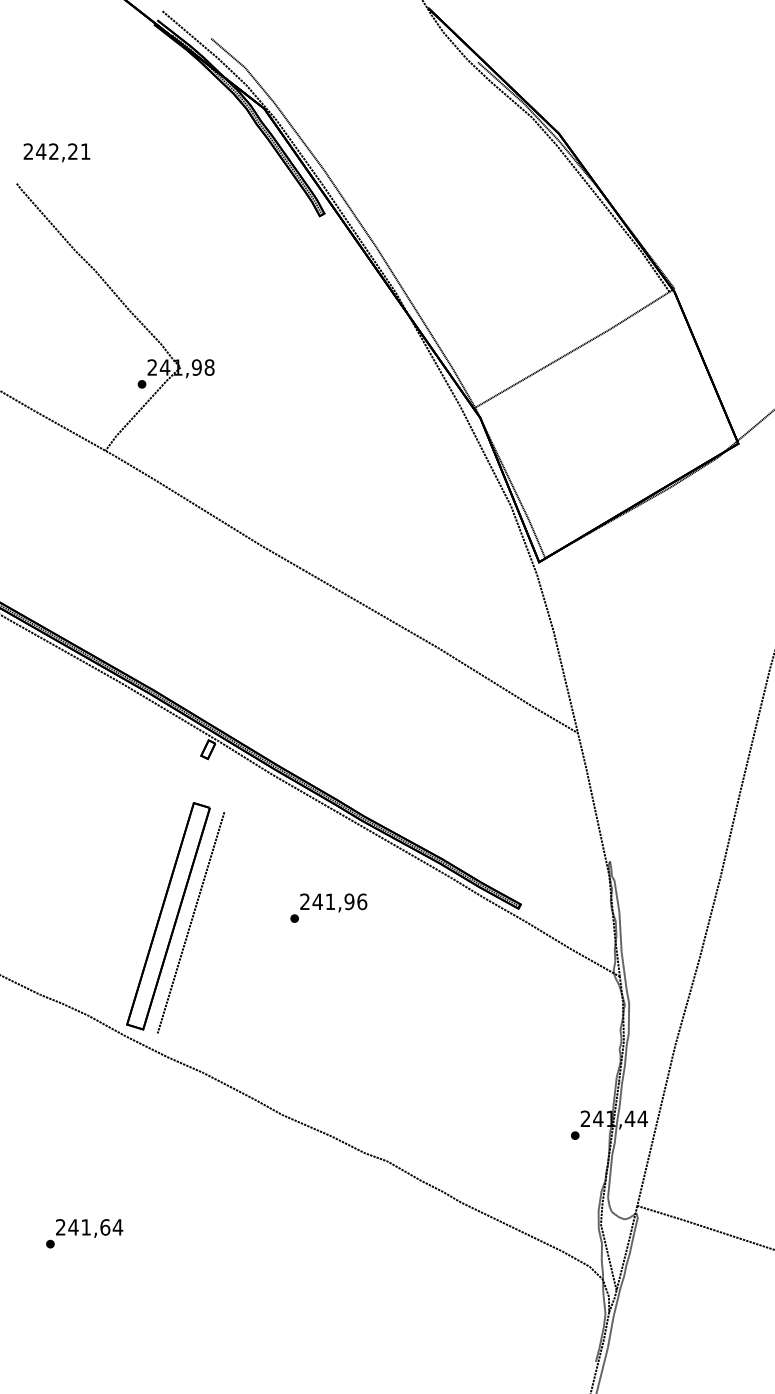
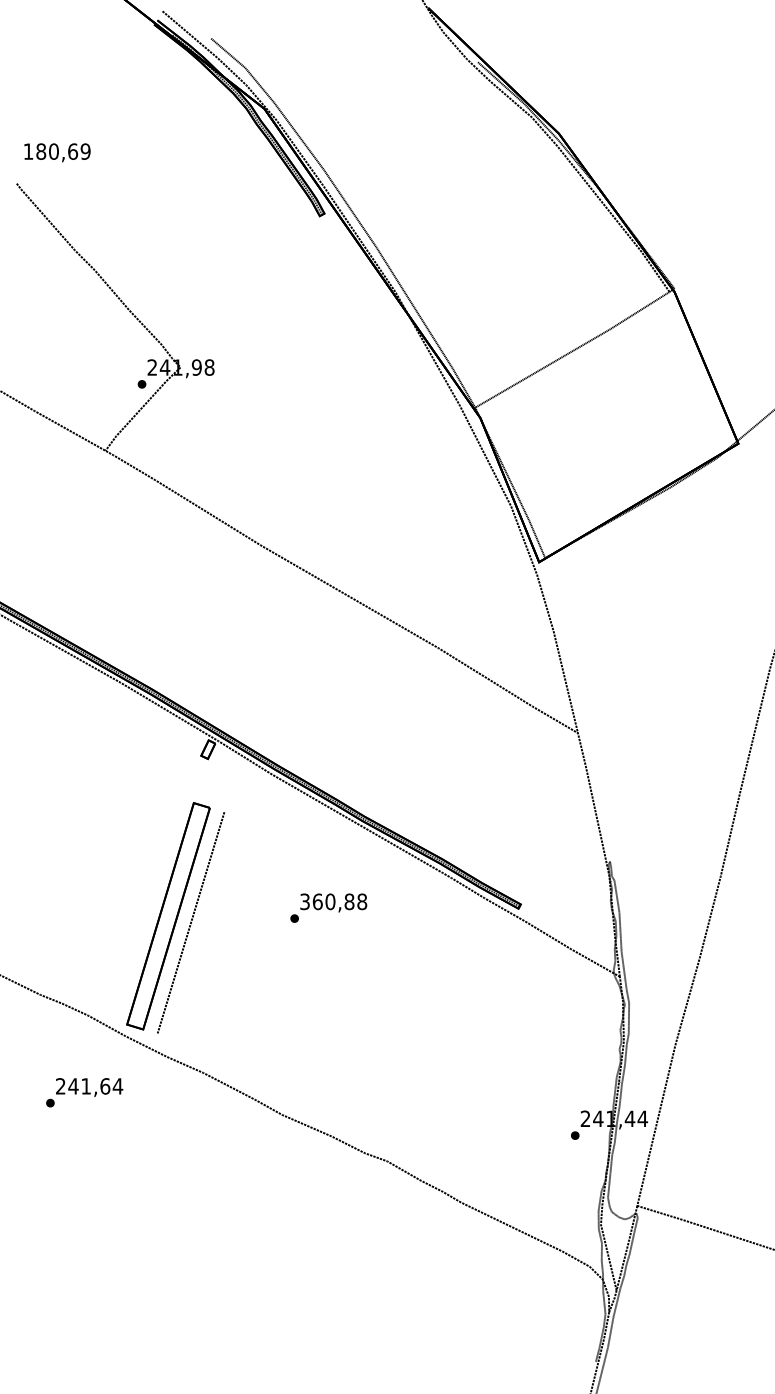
text at (56, 151): 242,21 -> 180,69
text at (333, 901): 241,96 -> 360,88
text at (84, 1233) position: (84, 1233) -> (84, 1092)
